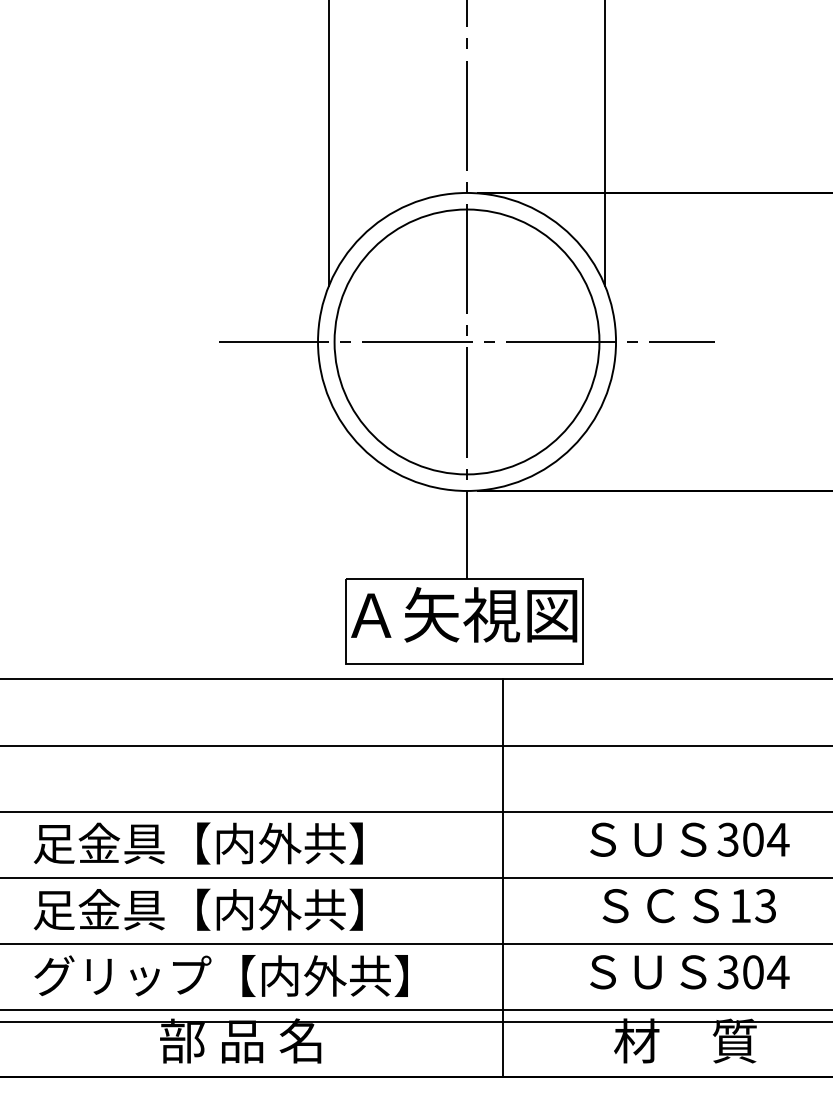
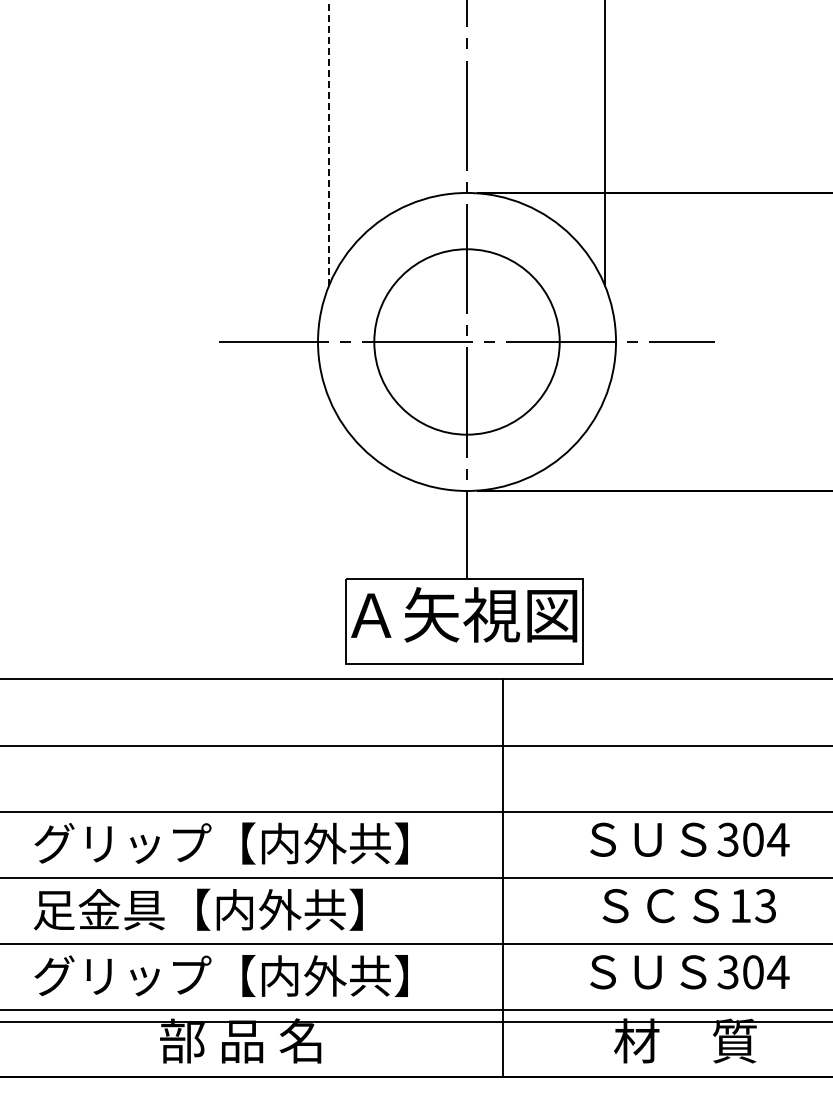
line at (329, 142): solid -> dashed
circle at (466, 341) diameter: 265 px -> 185 px
text at (220, 843): 足金具【内外共】 -> グリップ【内外共】
